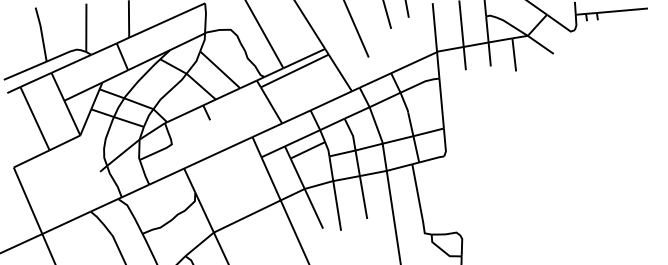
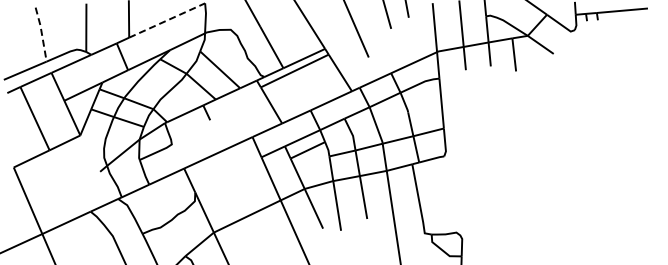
line at (167, 20): solid -> dashed
line at (41, 34): solid -> dashed
